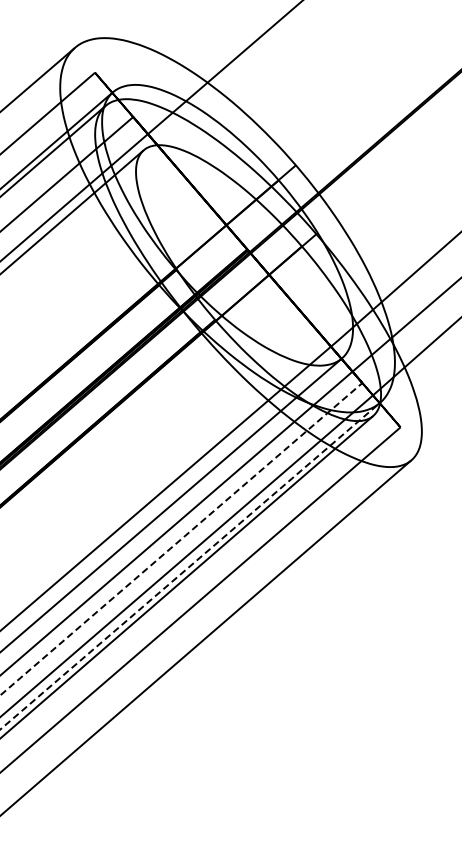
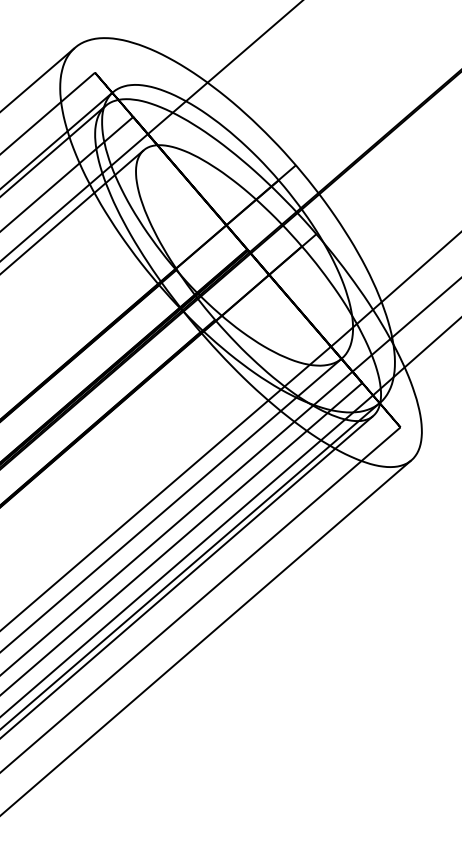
line at (181, 539): dashed -> solid
line at (190, 566): dashed -> solid
